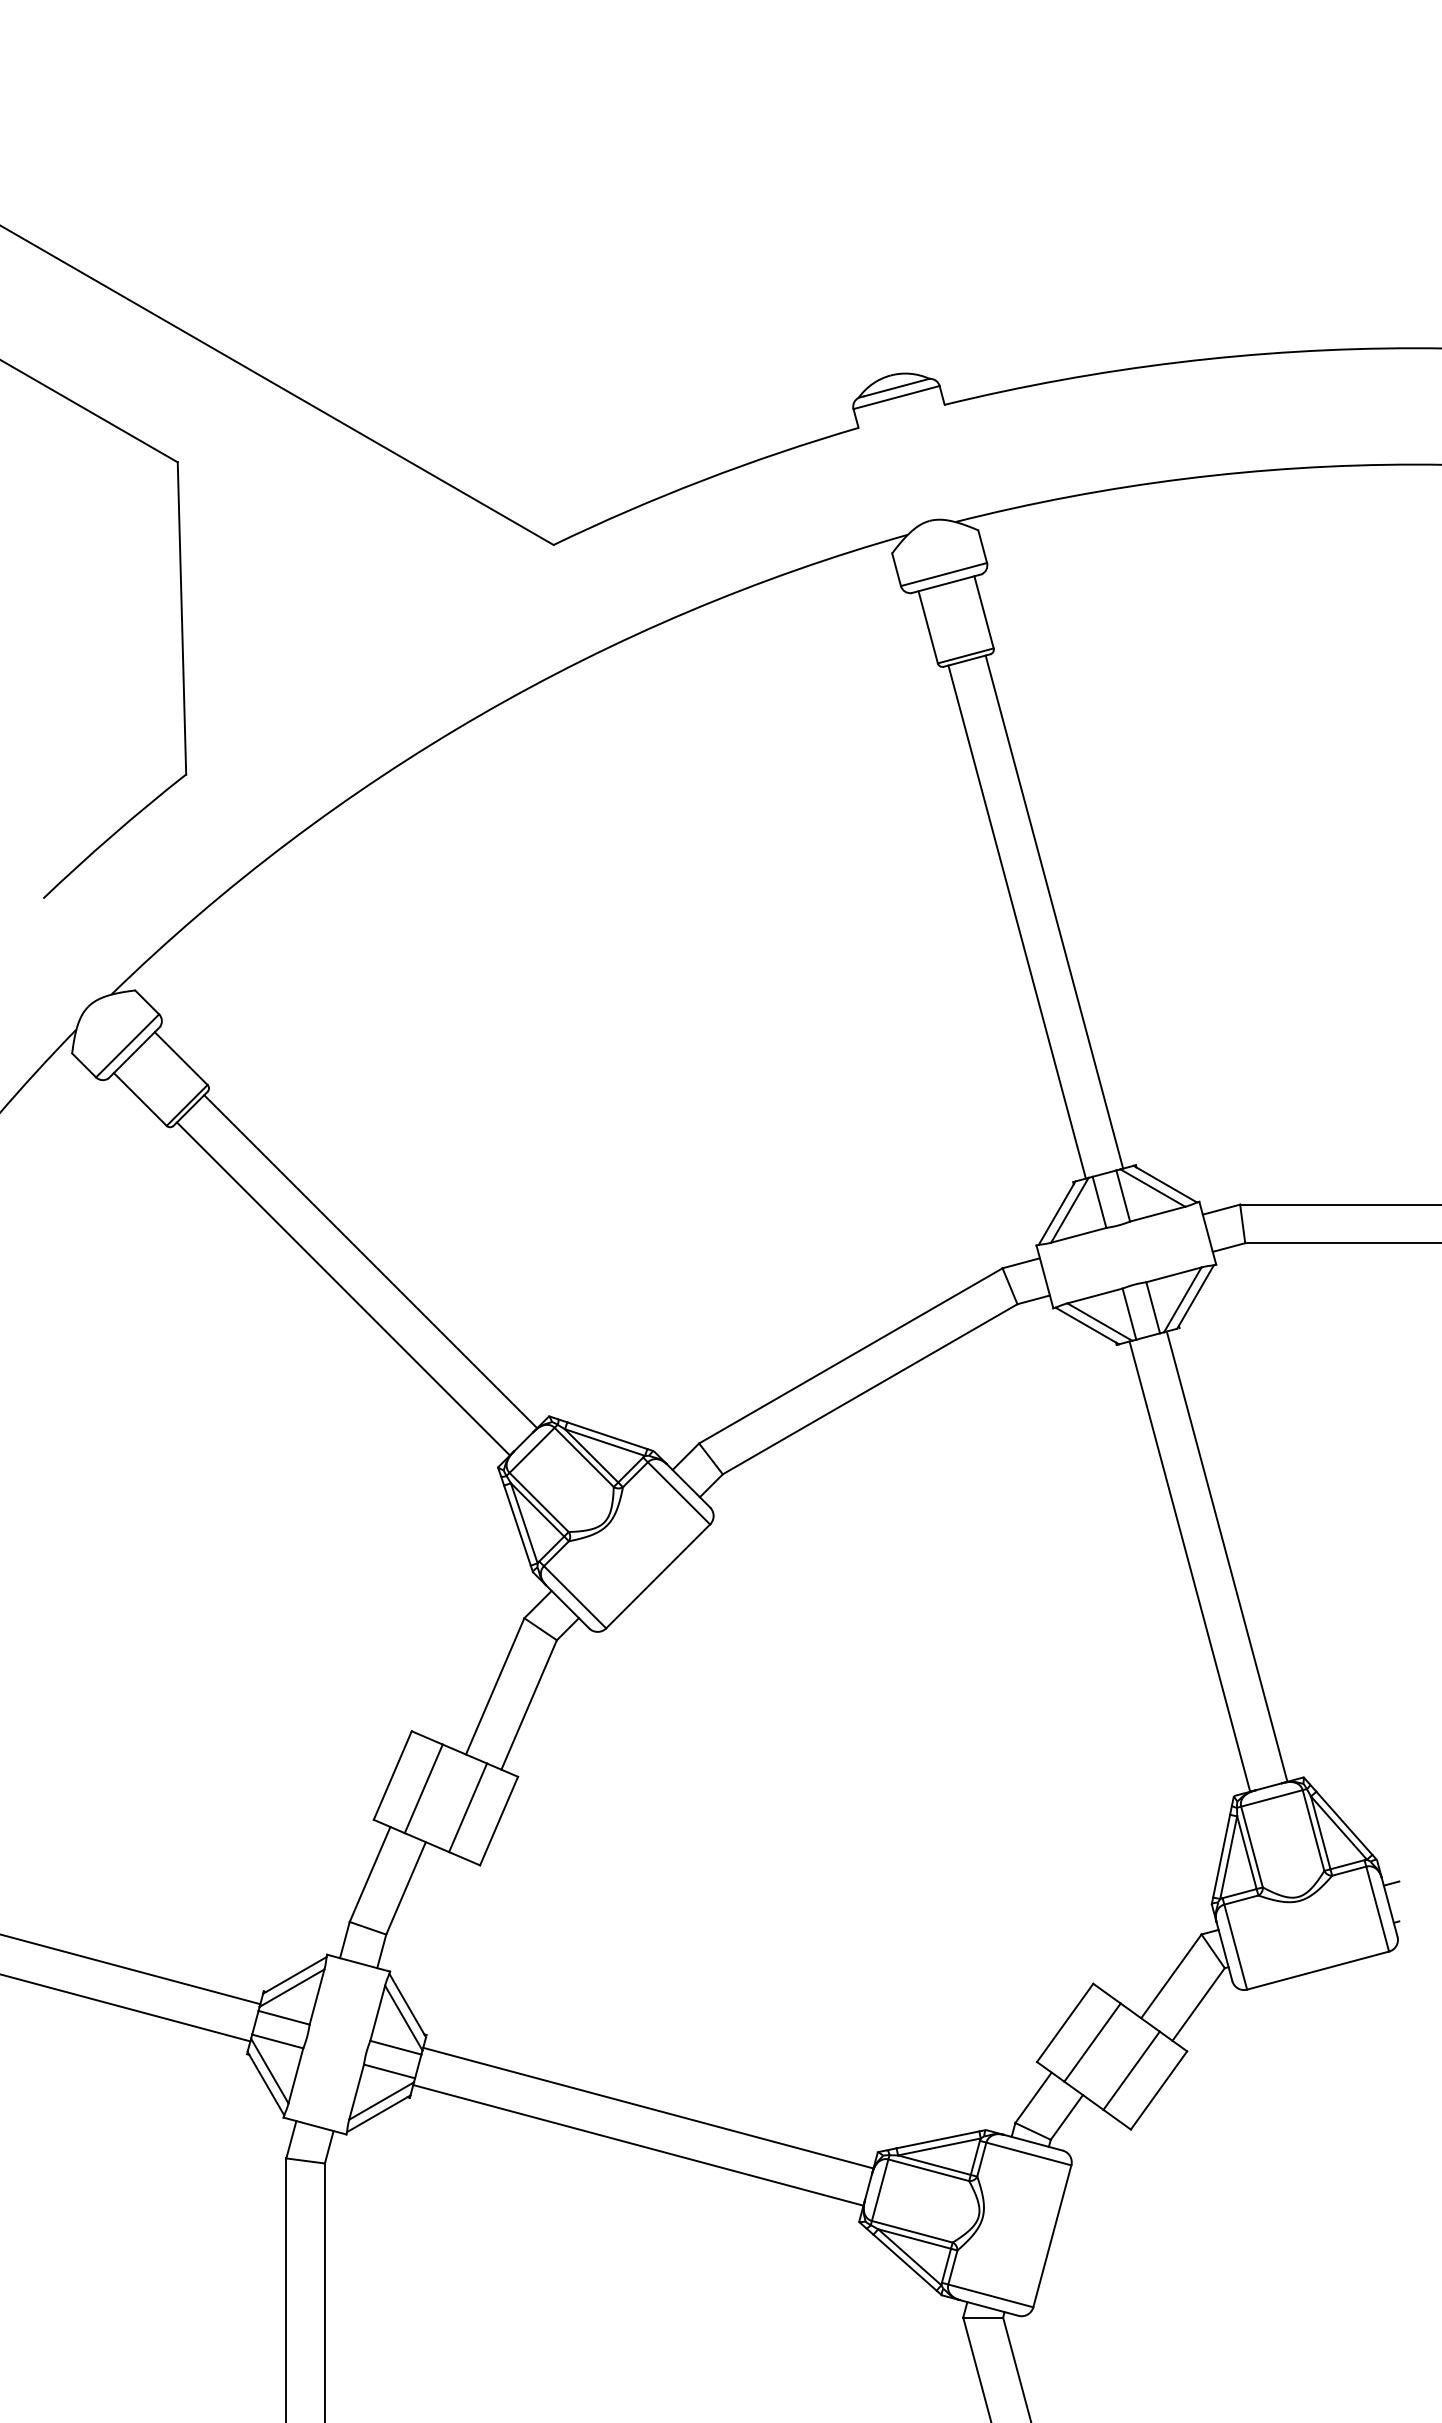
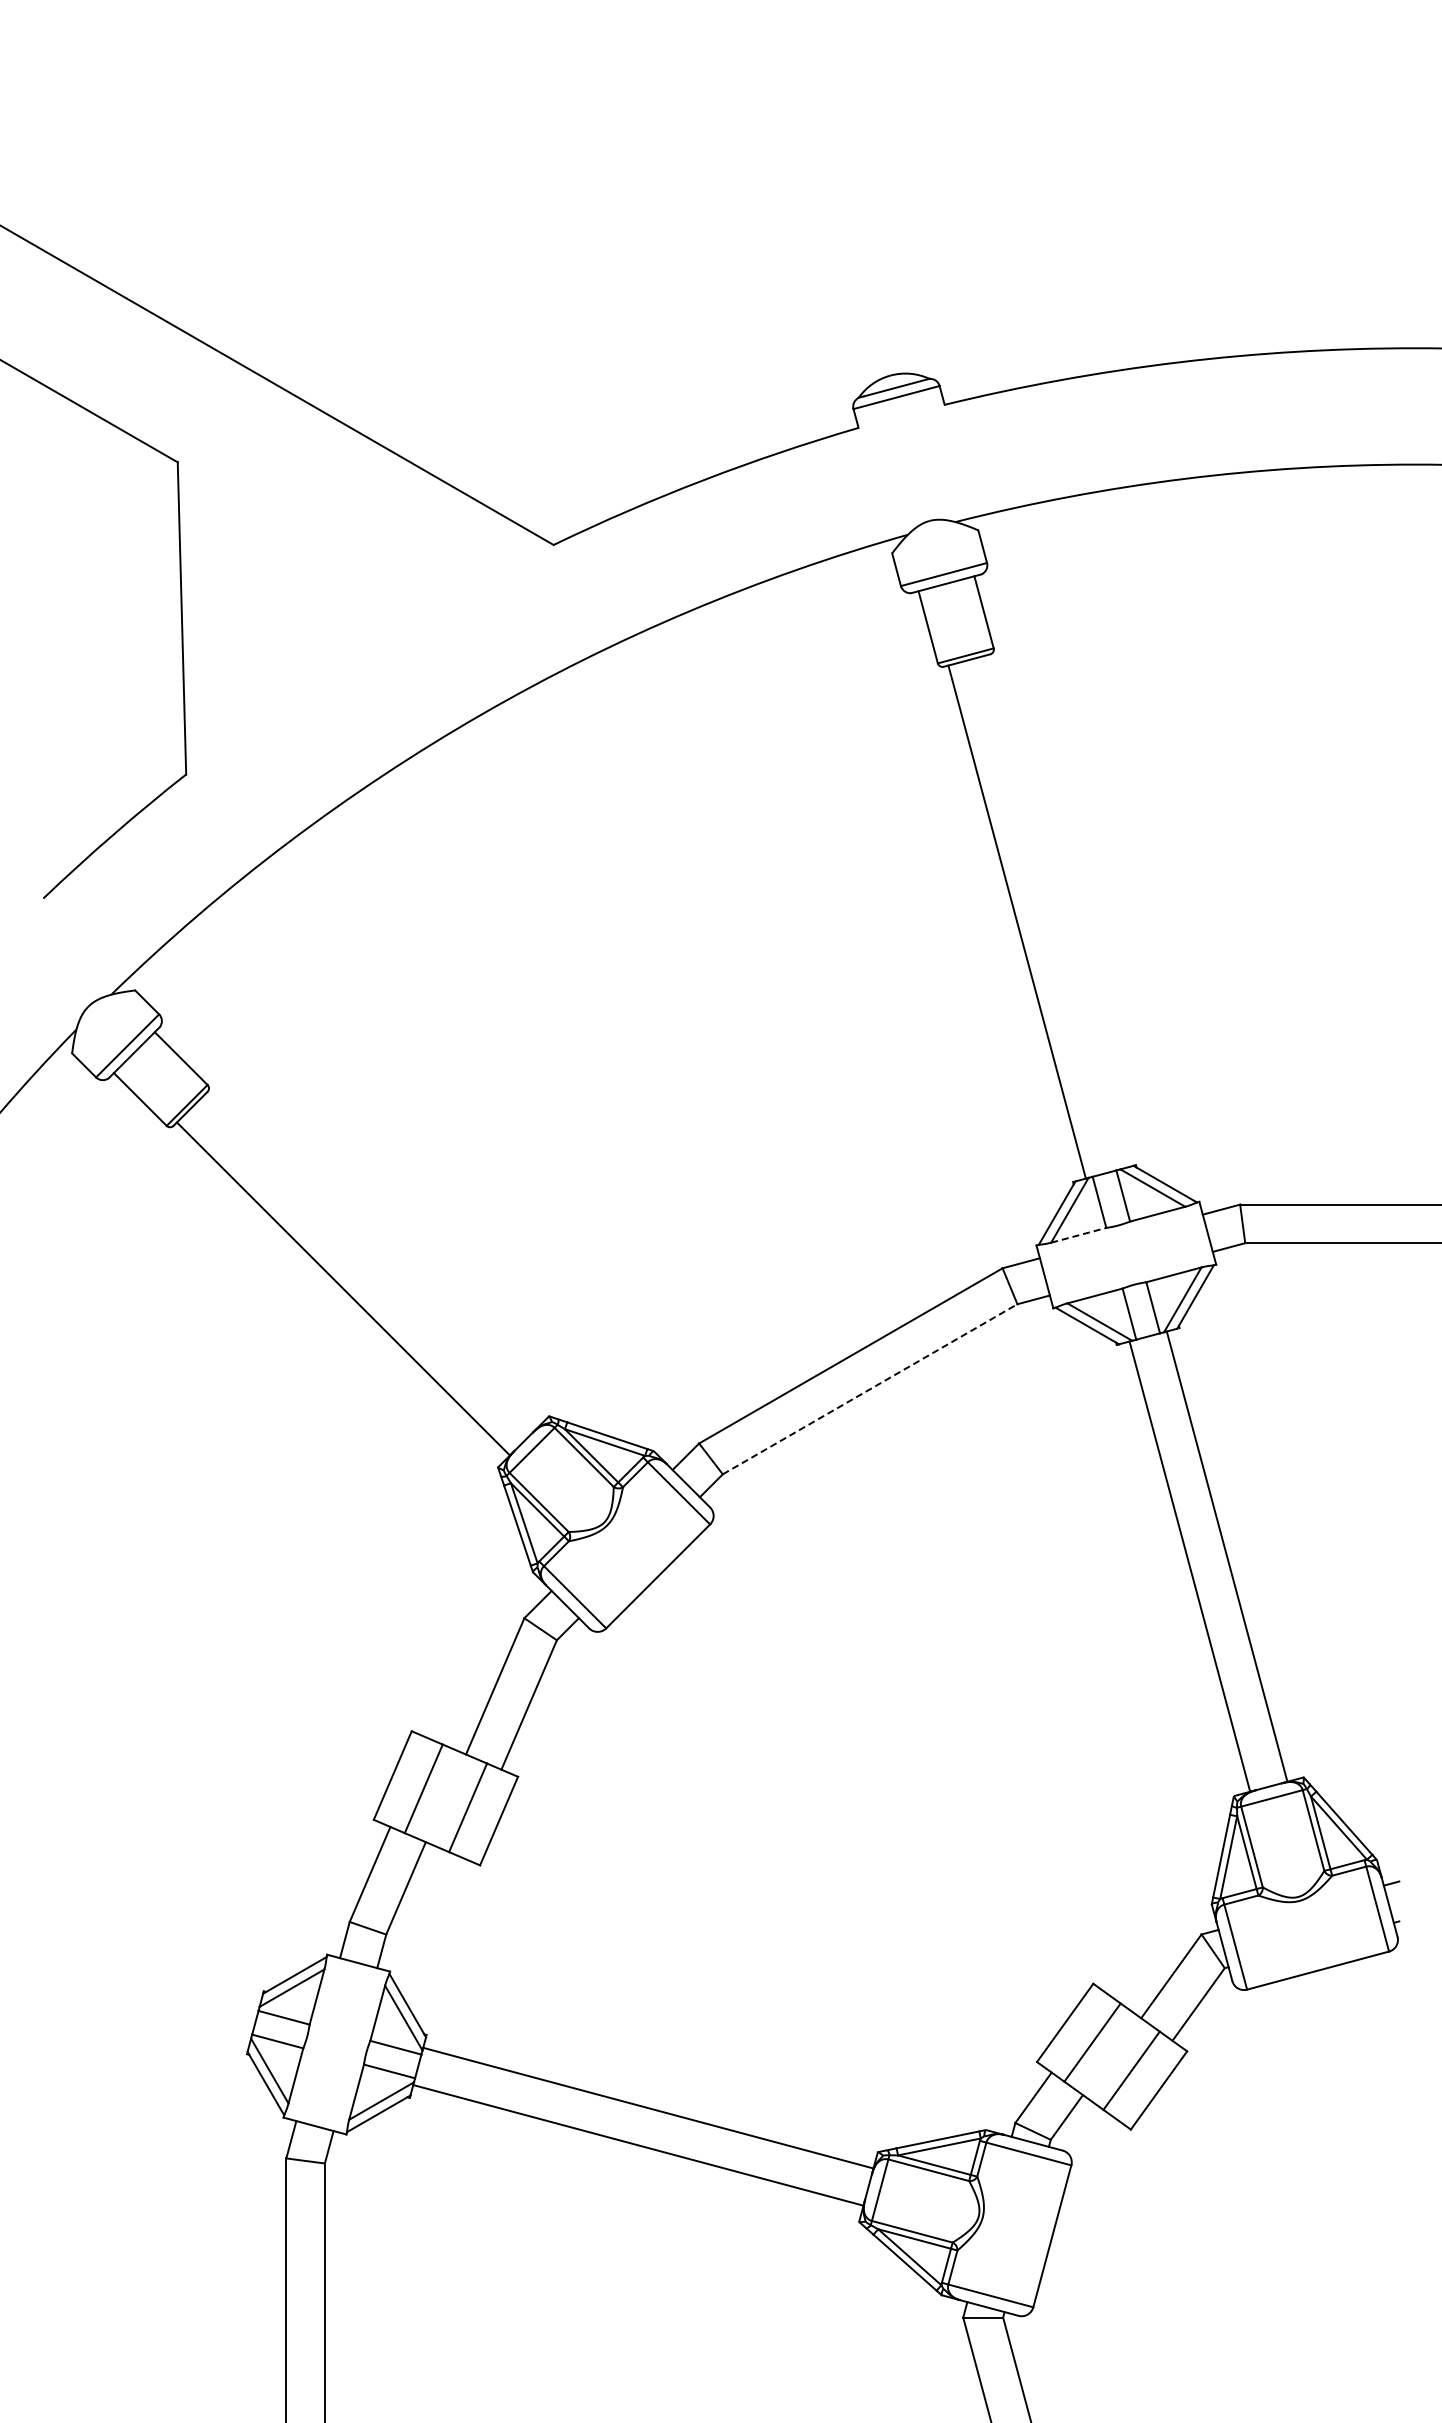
line at (1054, 911): present -> none
line at (1078, 1235): solid -> dashed
line at (370, 1261): present -> none
line at (870, 1389): solid -> dashed
line at (131, 1969): present -> none
line at (126, 2007): present -> none
